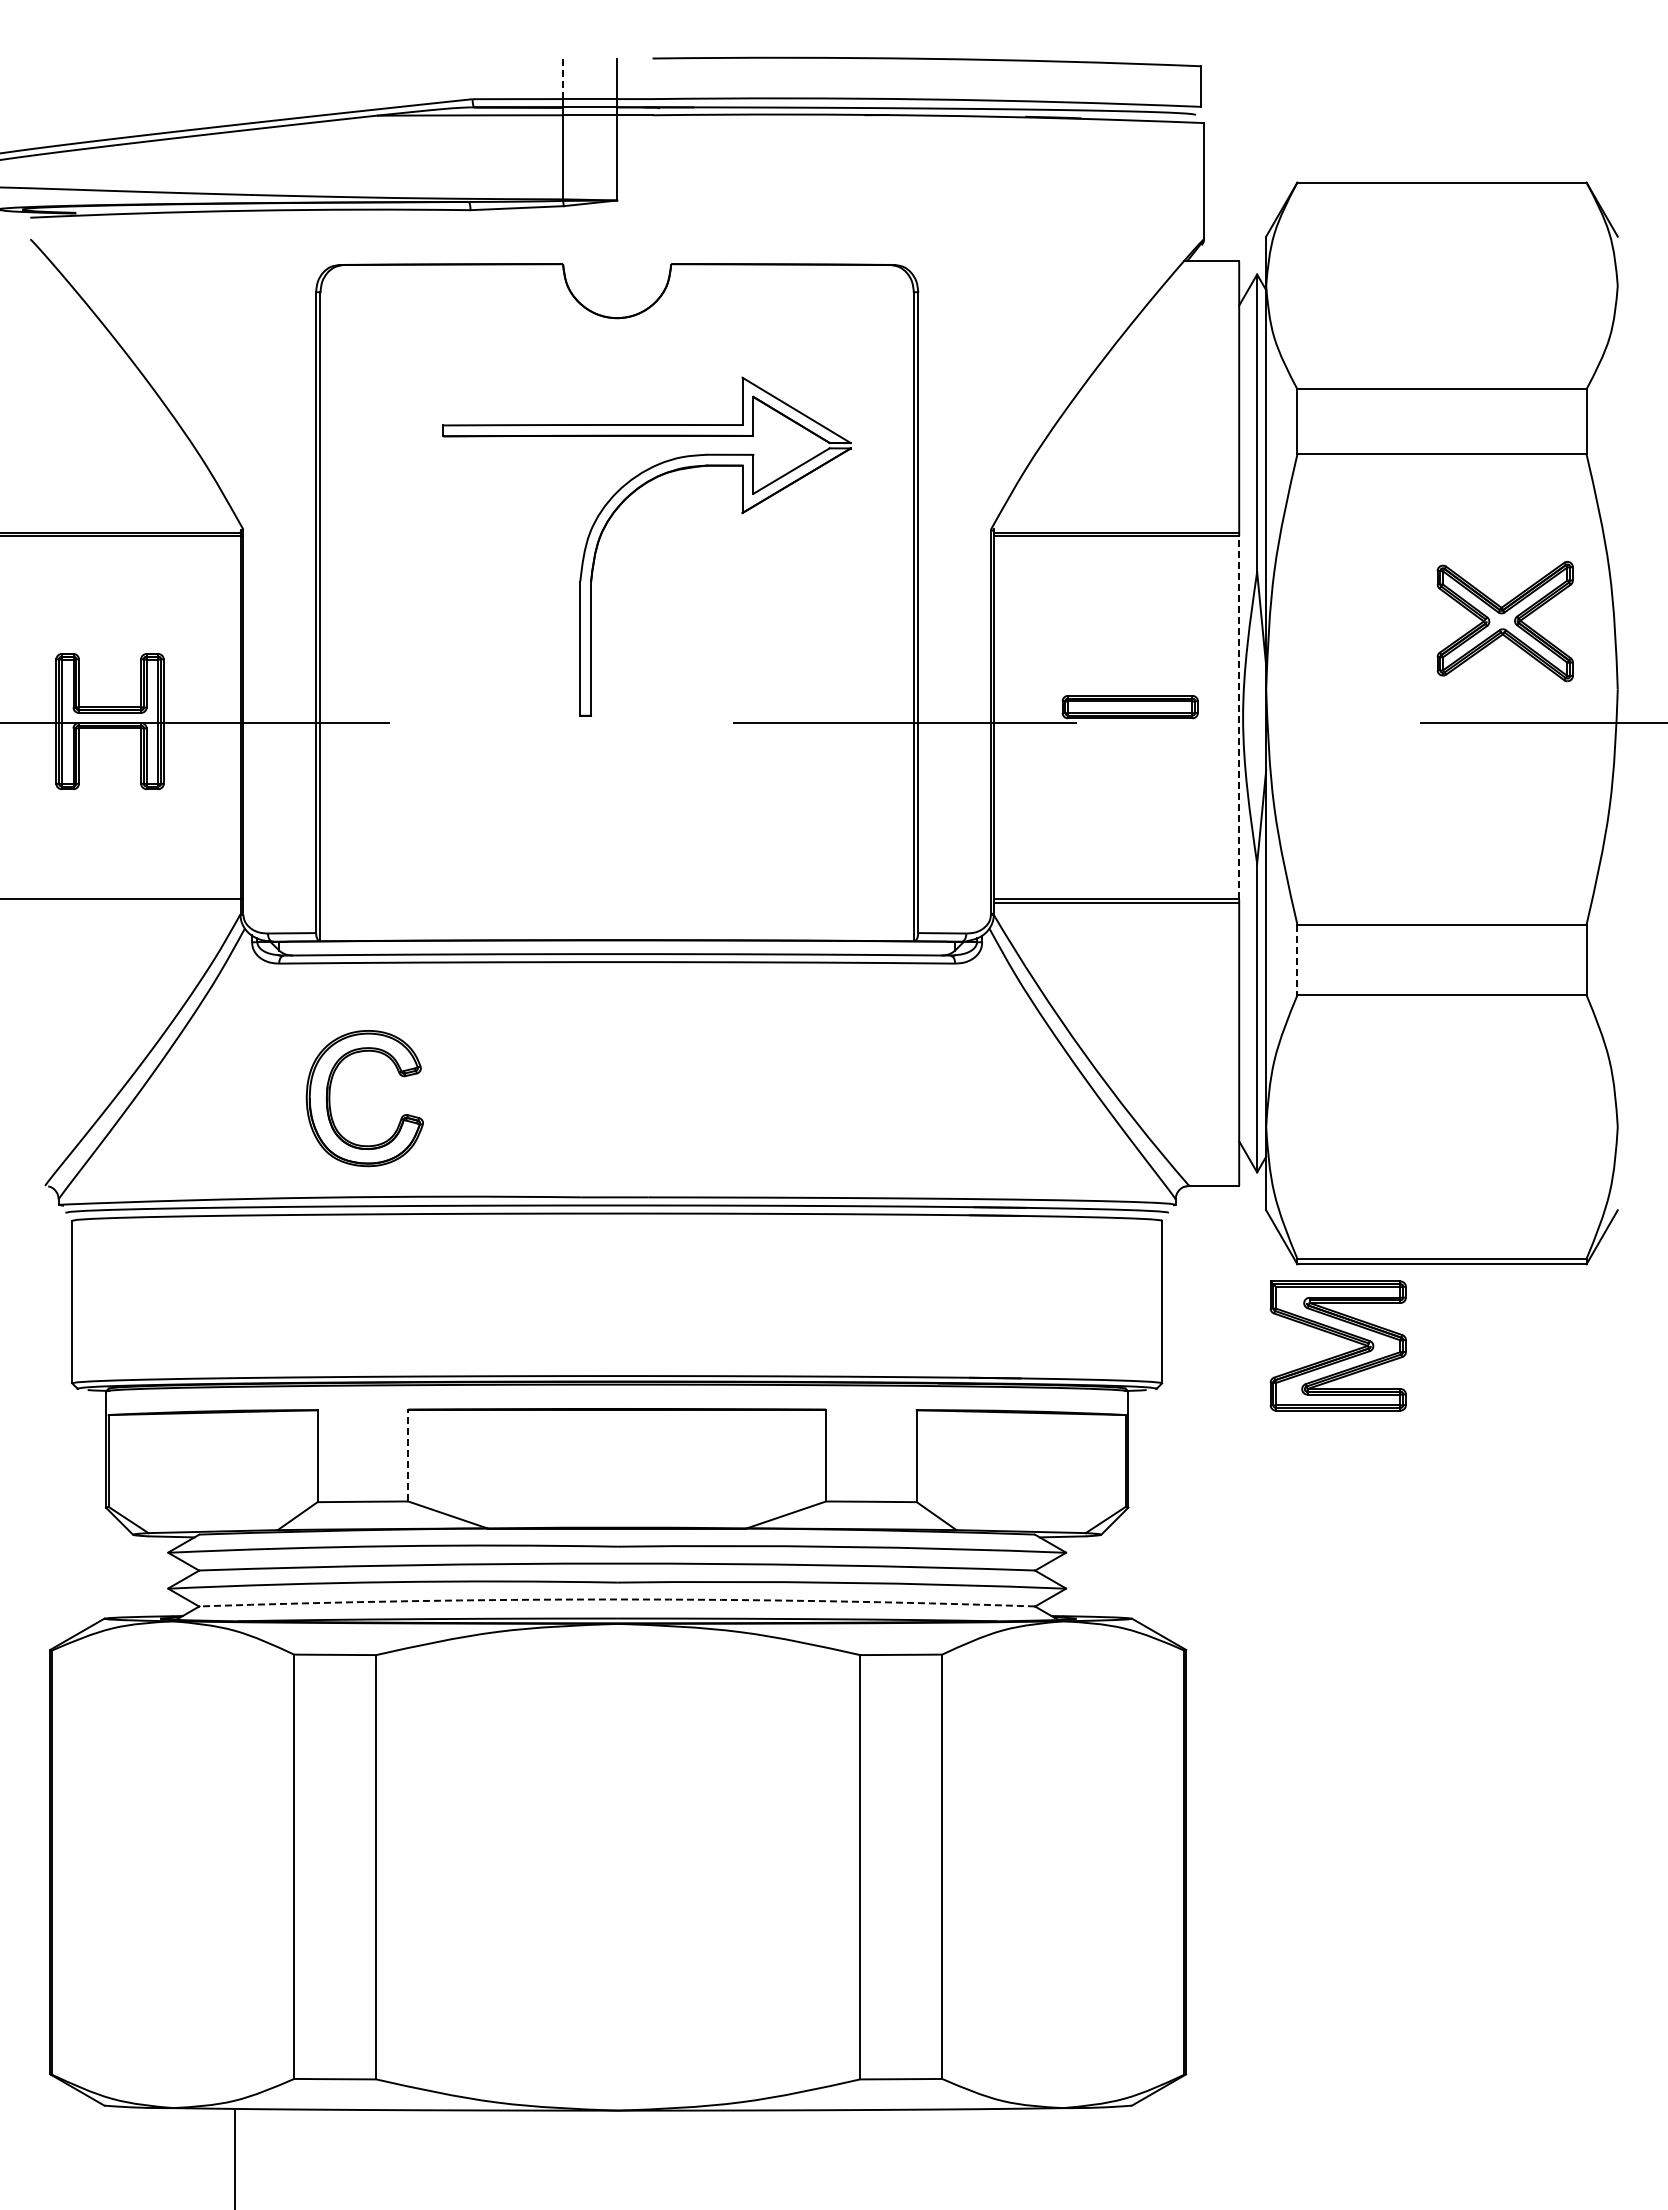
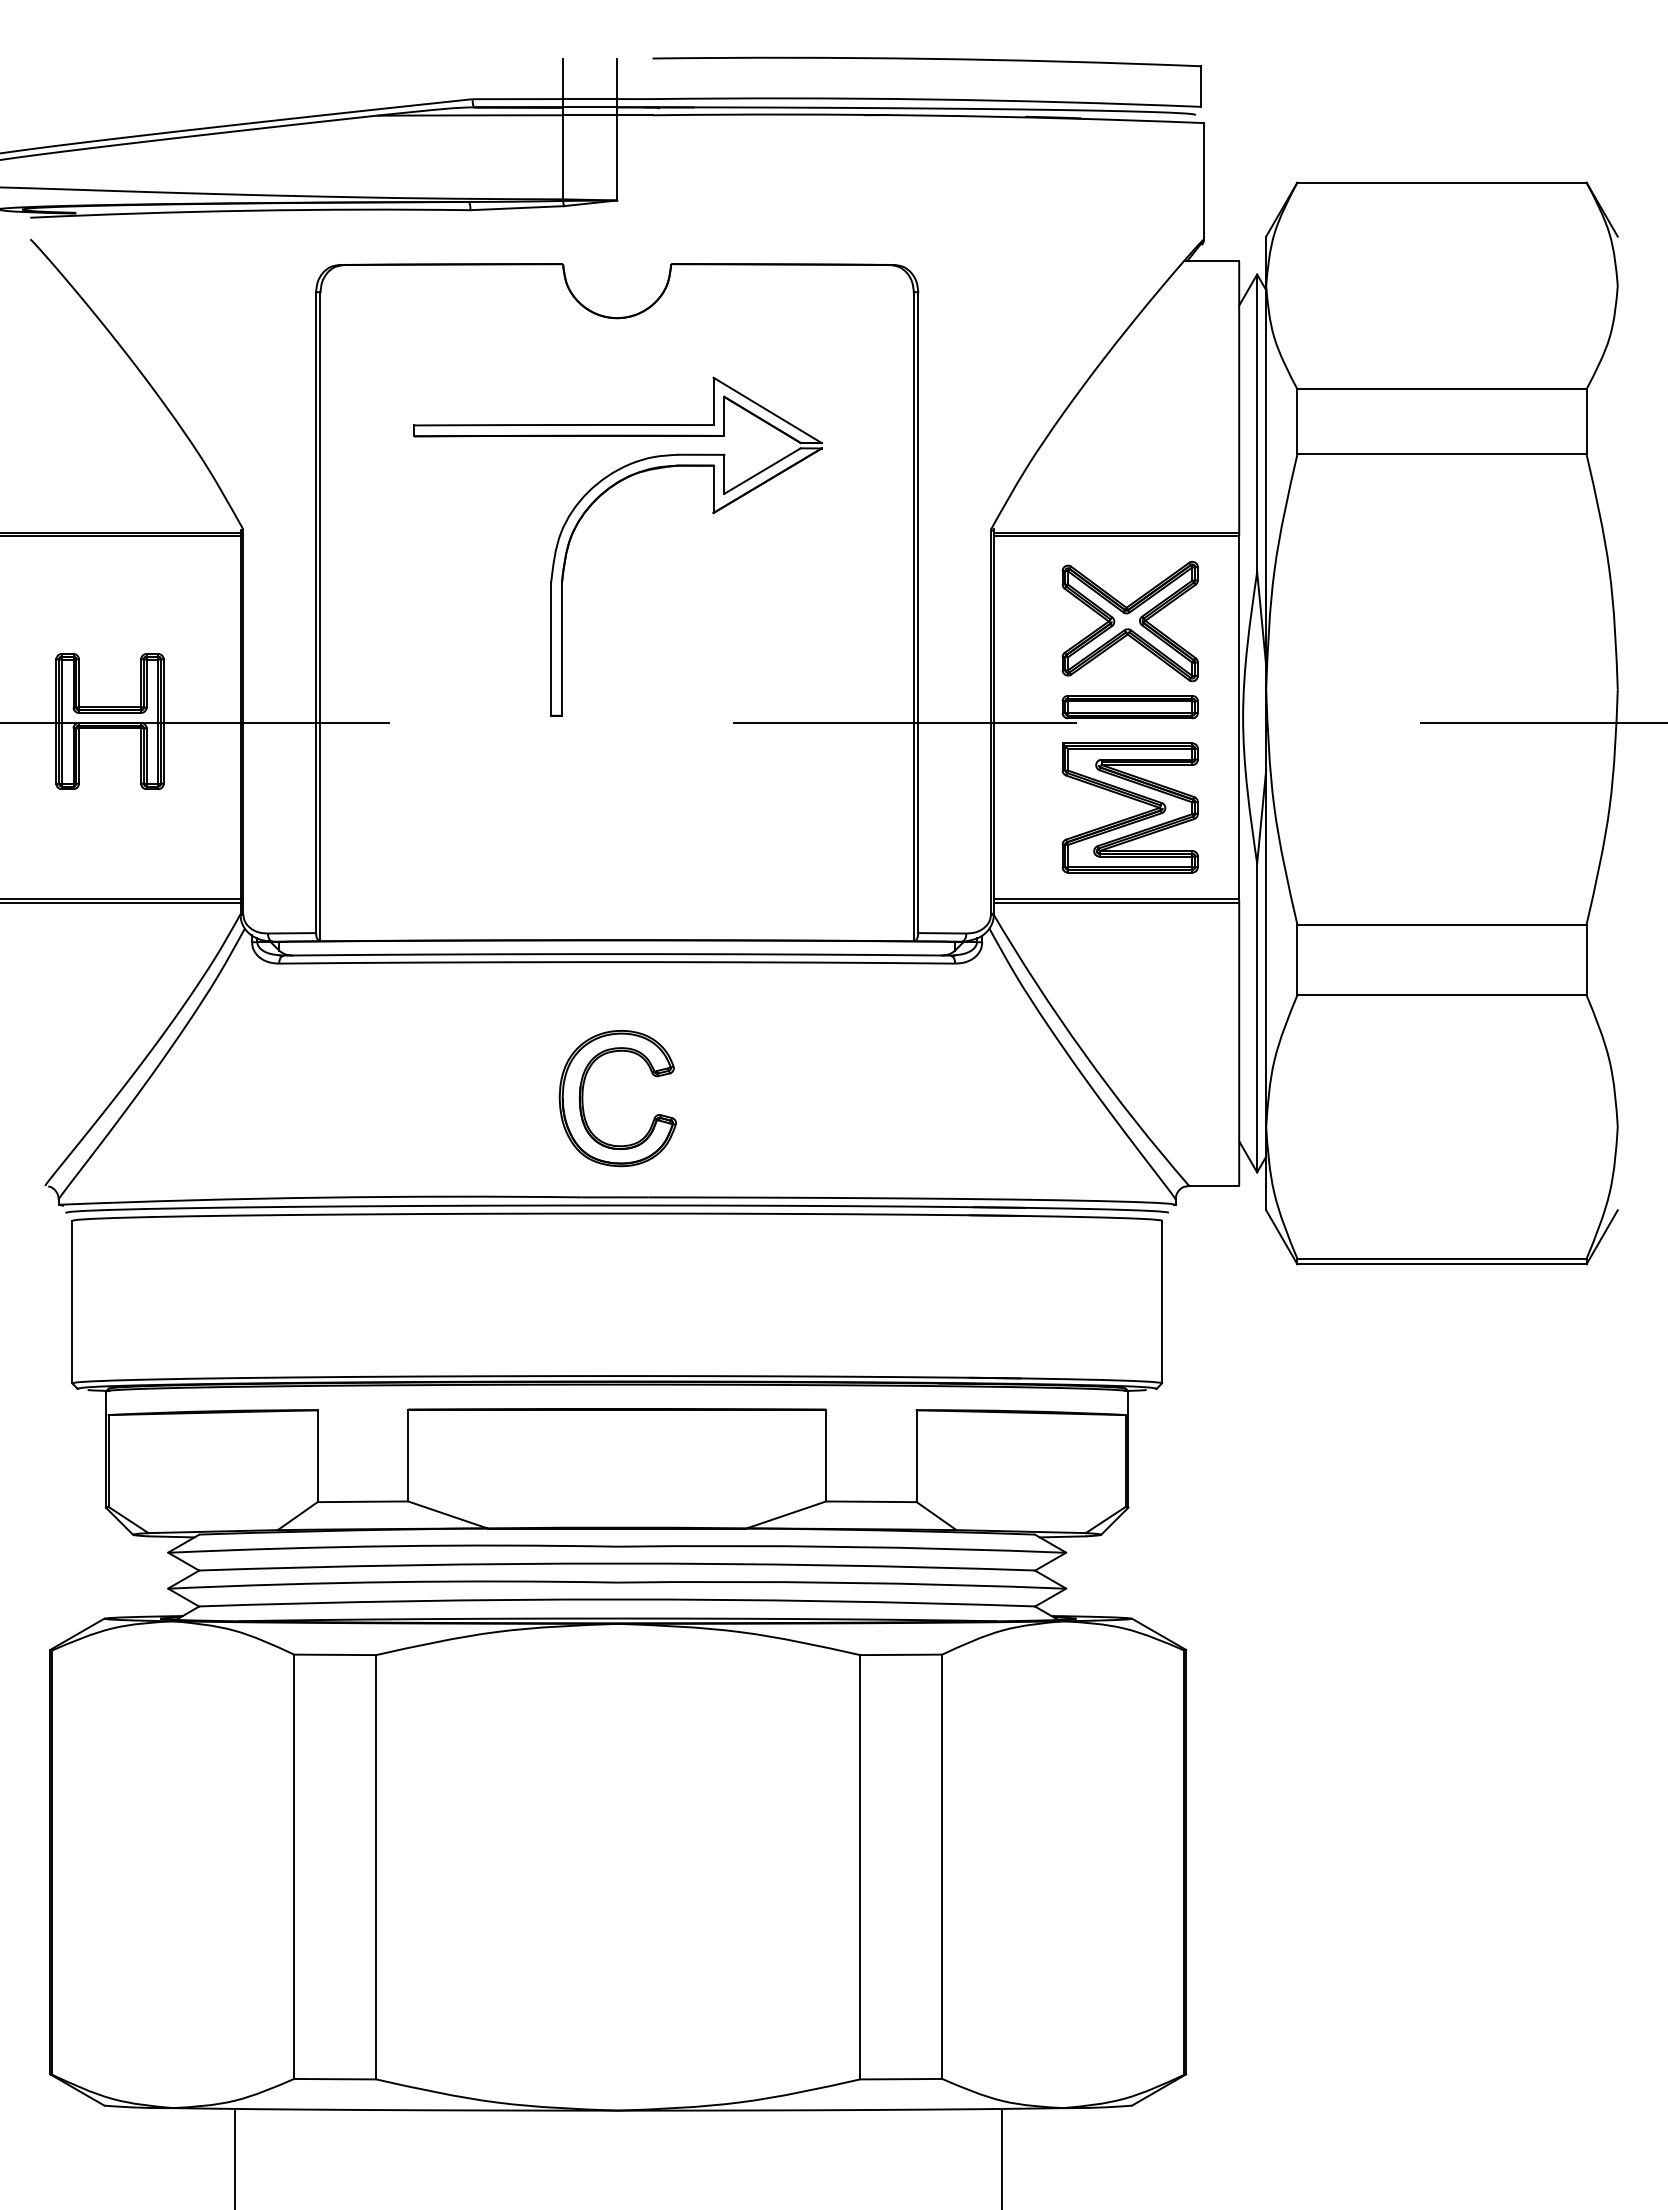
line at (563, 79): dashed -> solid
part at (606, 526) position: (606, 526) -> (577, 526)
part at (1504, 621) position: (1504, 621) -> (1129, 621)
line at (1239, 717): dashed -> solid
line at (121, 902): none -> present
line at (1297, 960): dashed -> solid
part at (330, 1098) position: (330, 1098) -> (583, 1098)
part at (1339, 1337) position: (1339, 1337) -> (1131, 799)
line at (408, 1455): dashed -> solid
arc at (617, 1599): dashed -> solid
line at (1001, 2157): none -> present
